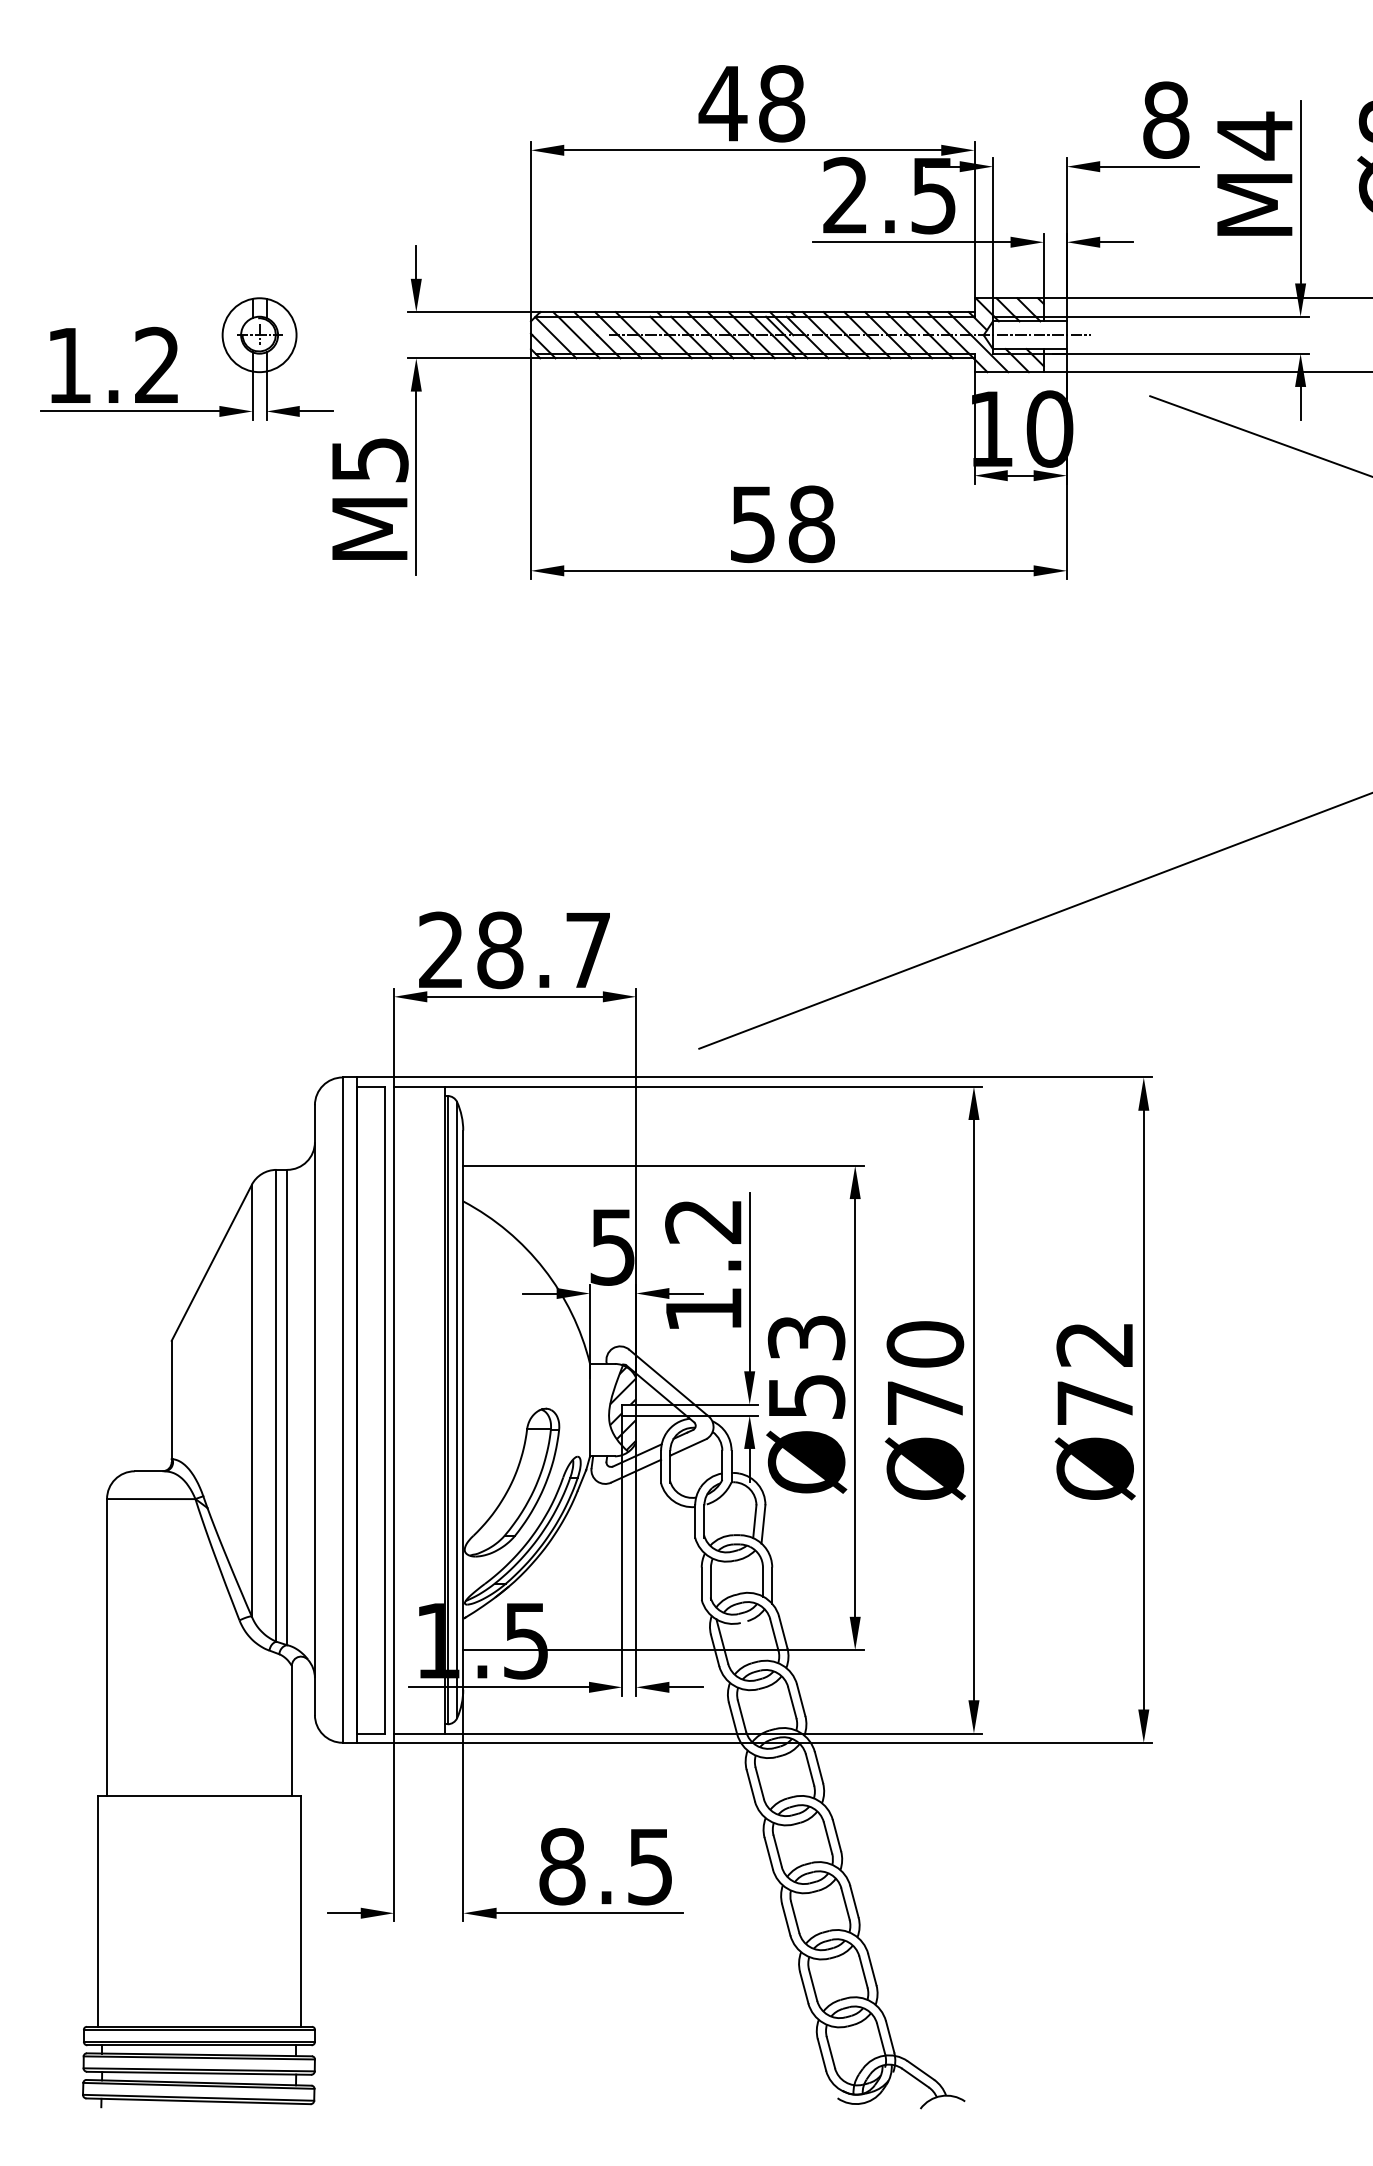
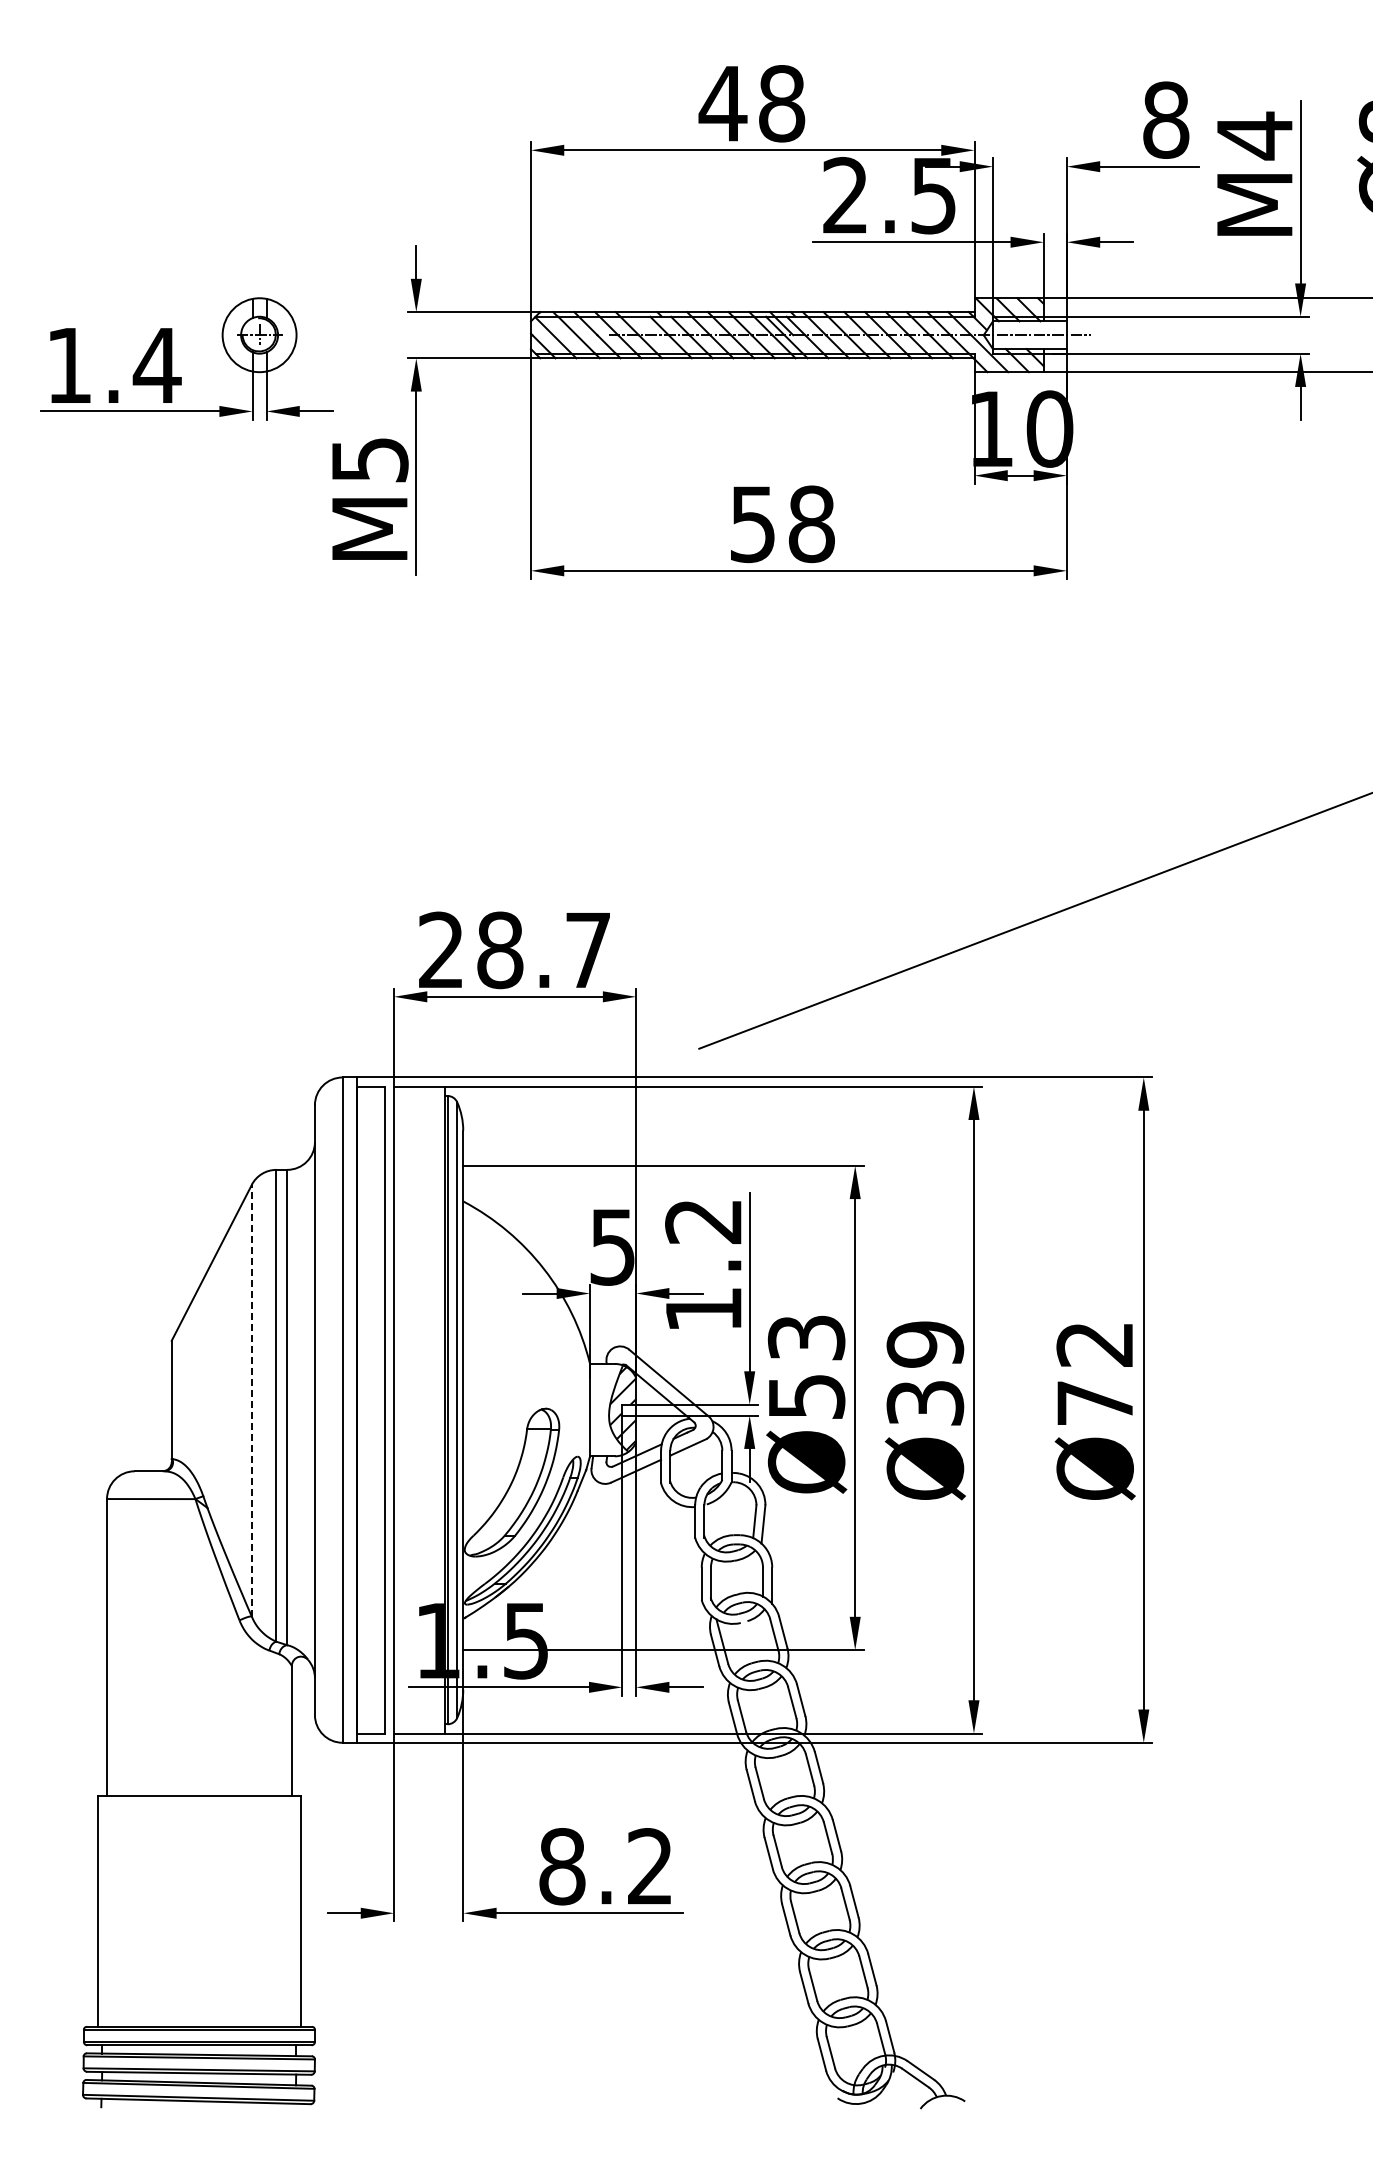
text at (156, 364): 1.2 -> 1.4
line at (1259, 435): present -> none
text at (925, 1373): Ø70 -> Ø39
line at (251, 1400): solid -> dashed
text at (649, 1866): 8.5 -> 8.2
